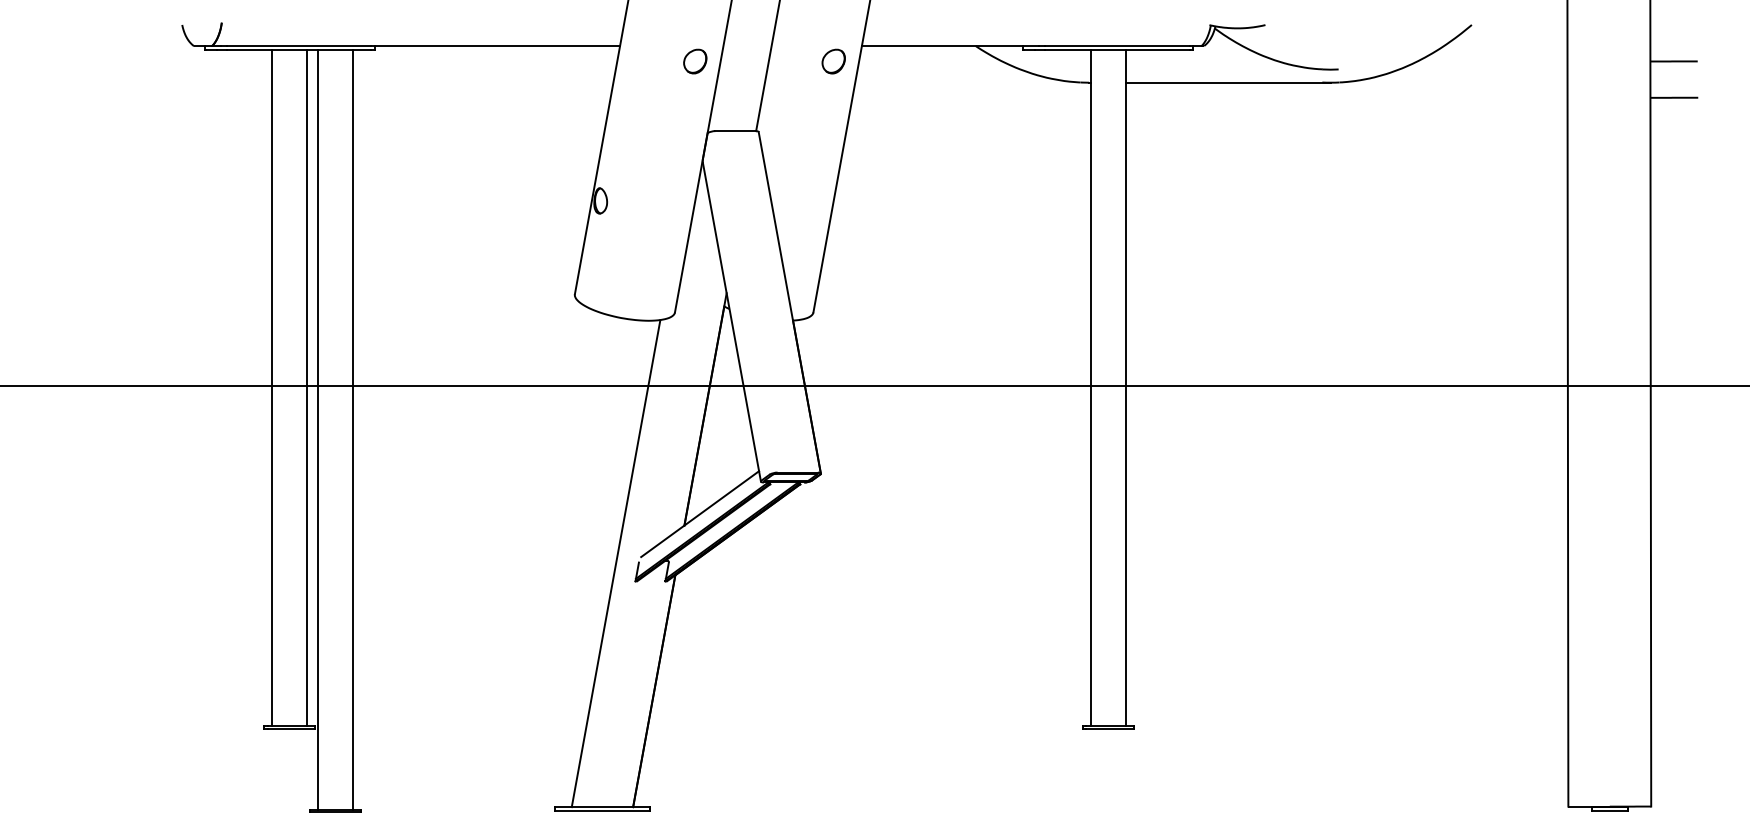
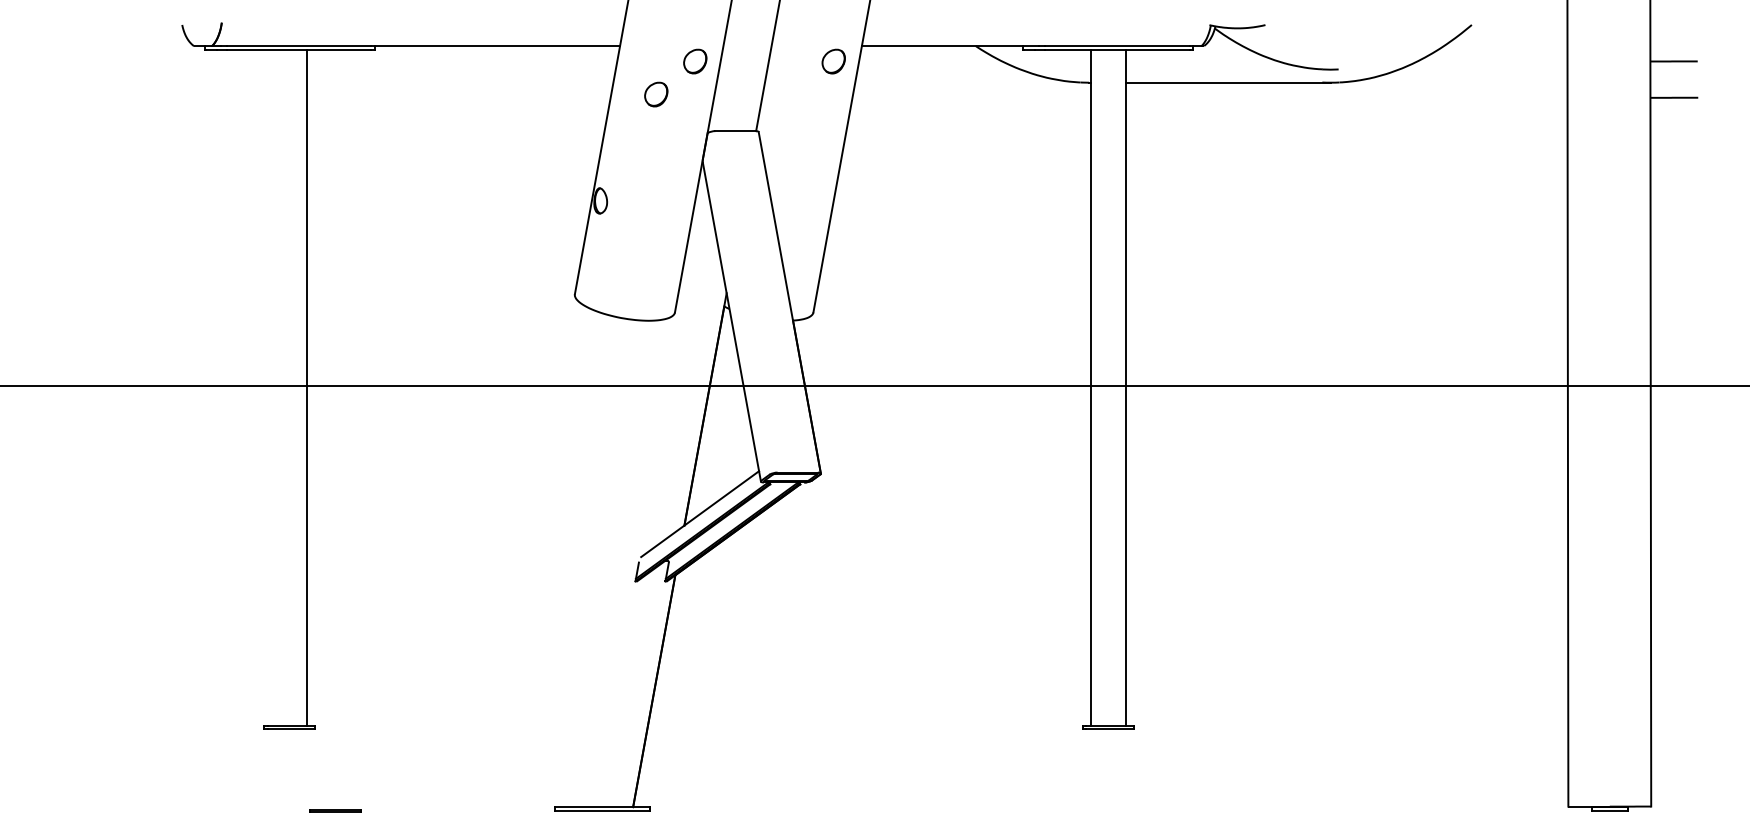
part at (656, 94): none -> present
line at (272, 388): present -> none
line at (318, 429): present -> none
line at (353, 429): present -> none
line at (615, 563): present -> none
